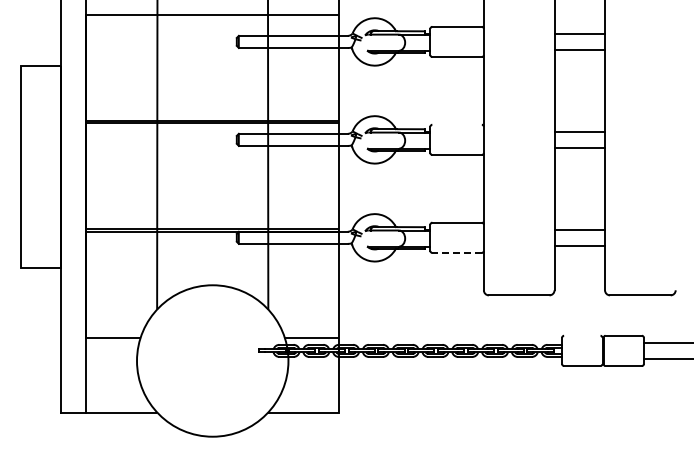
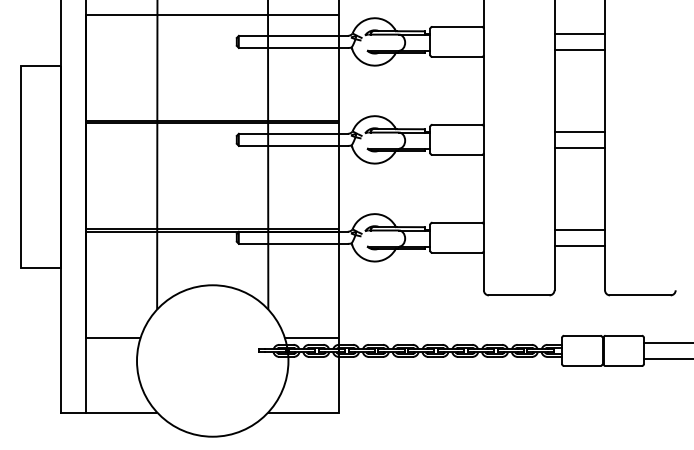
line at (456, 124): none -> present
line at (457, 252): dashed -> solid
line at (582, 335): none -> present
